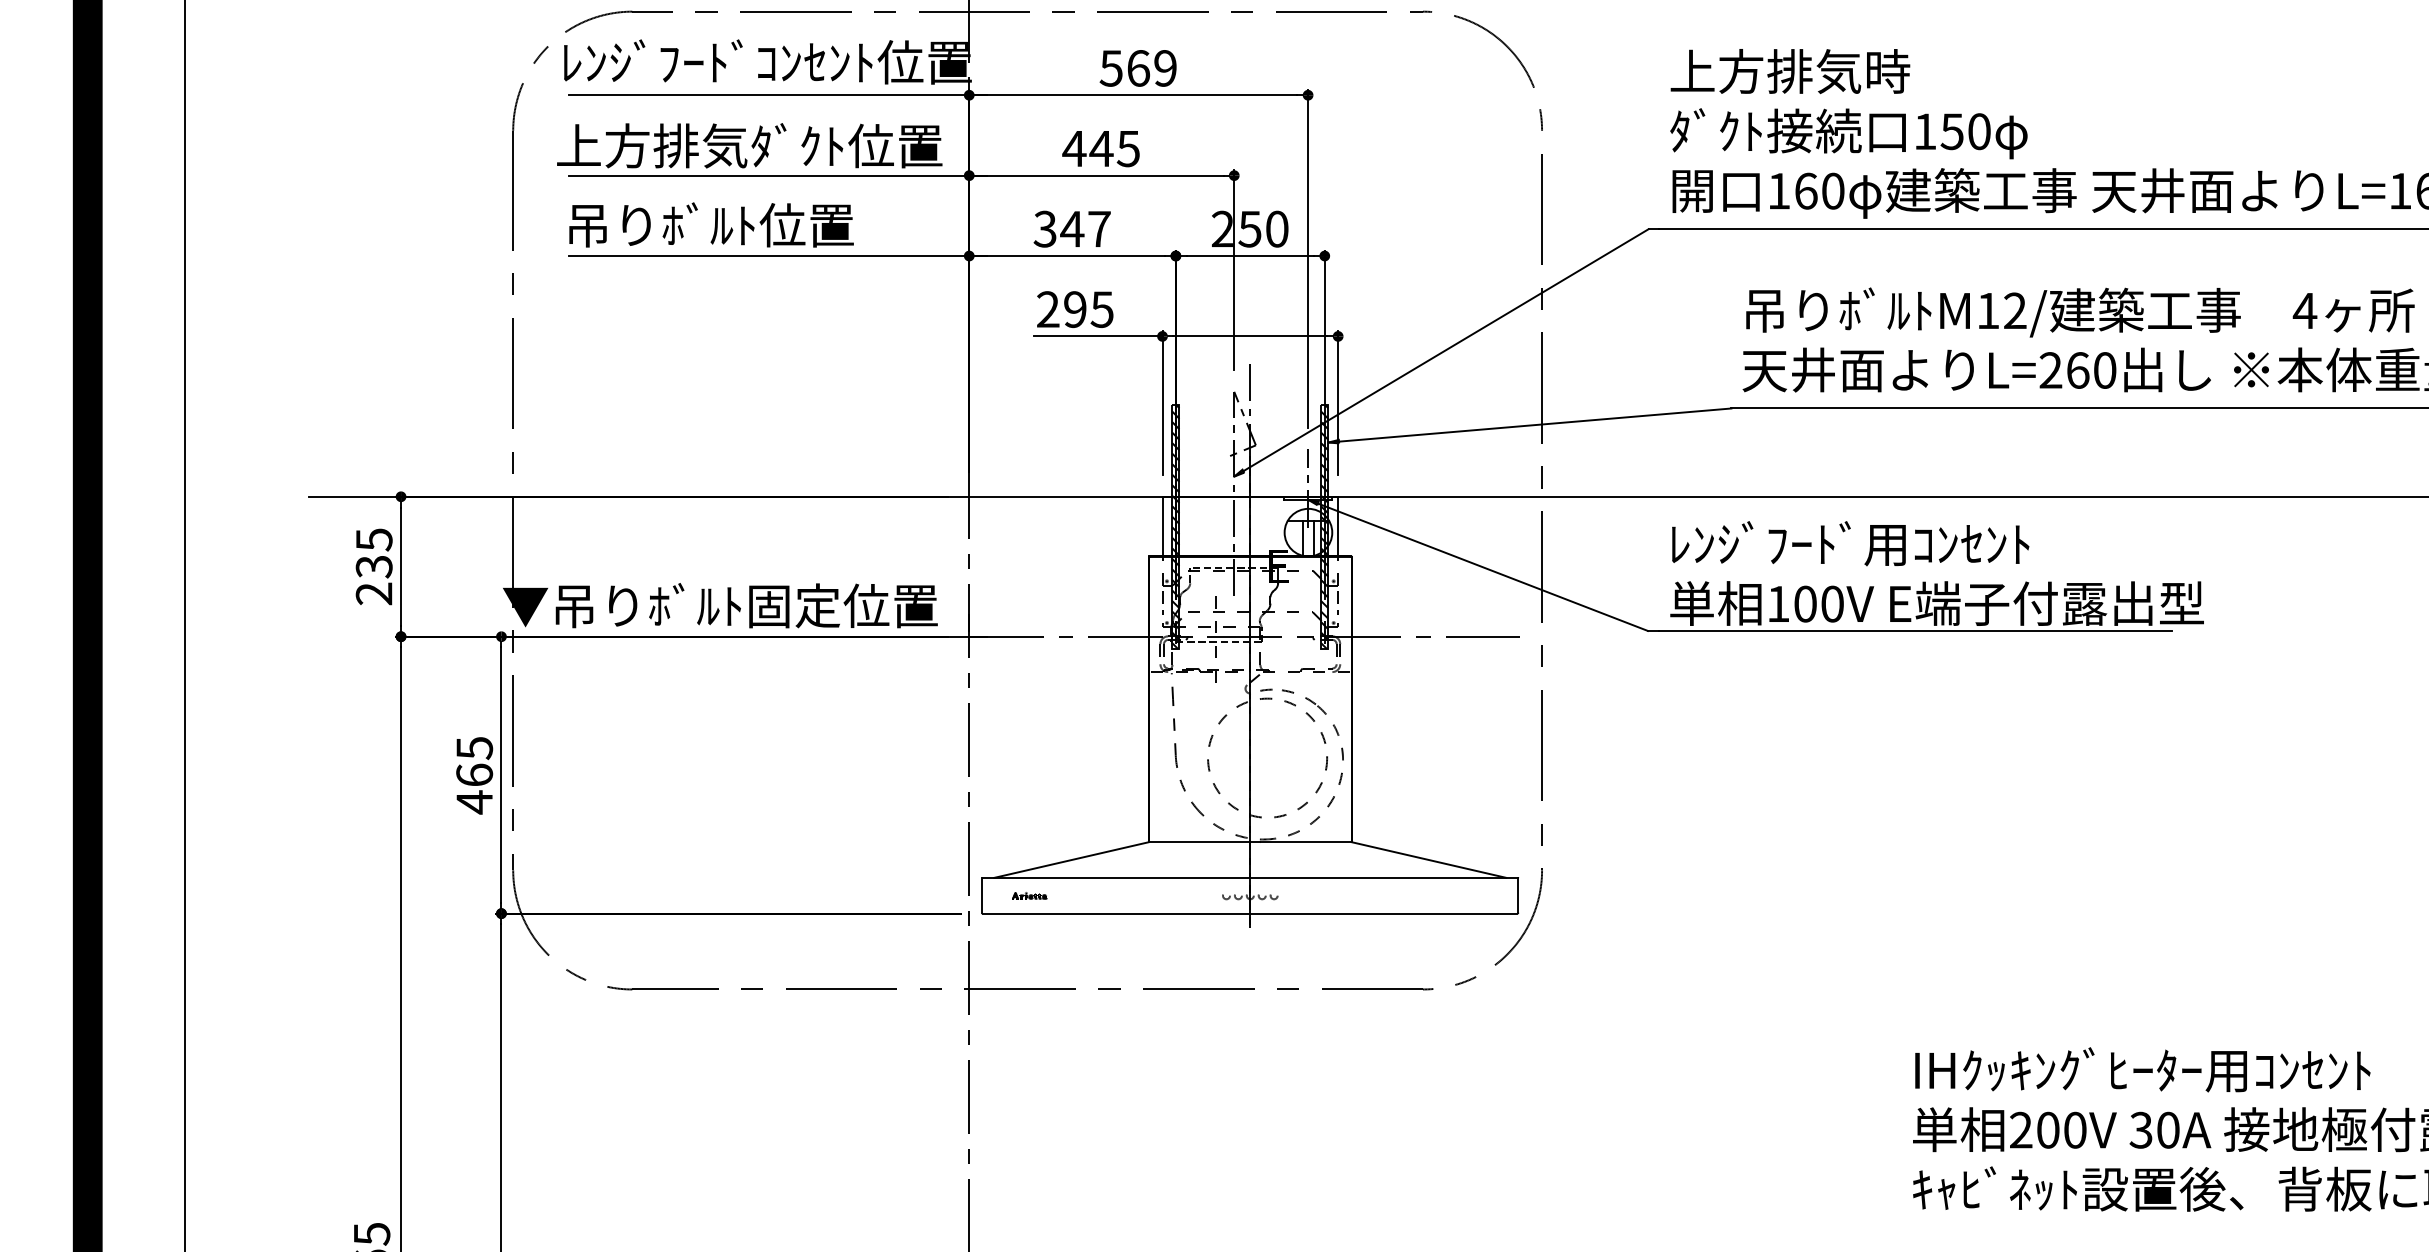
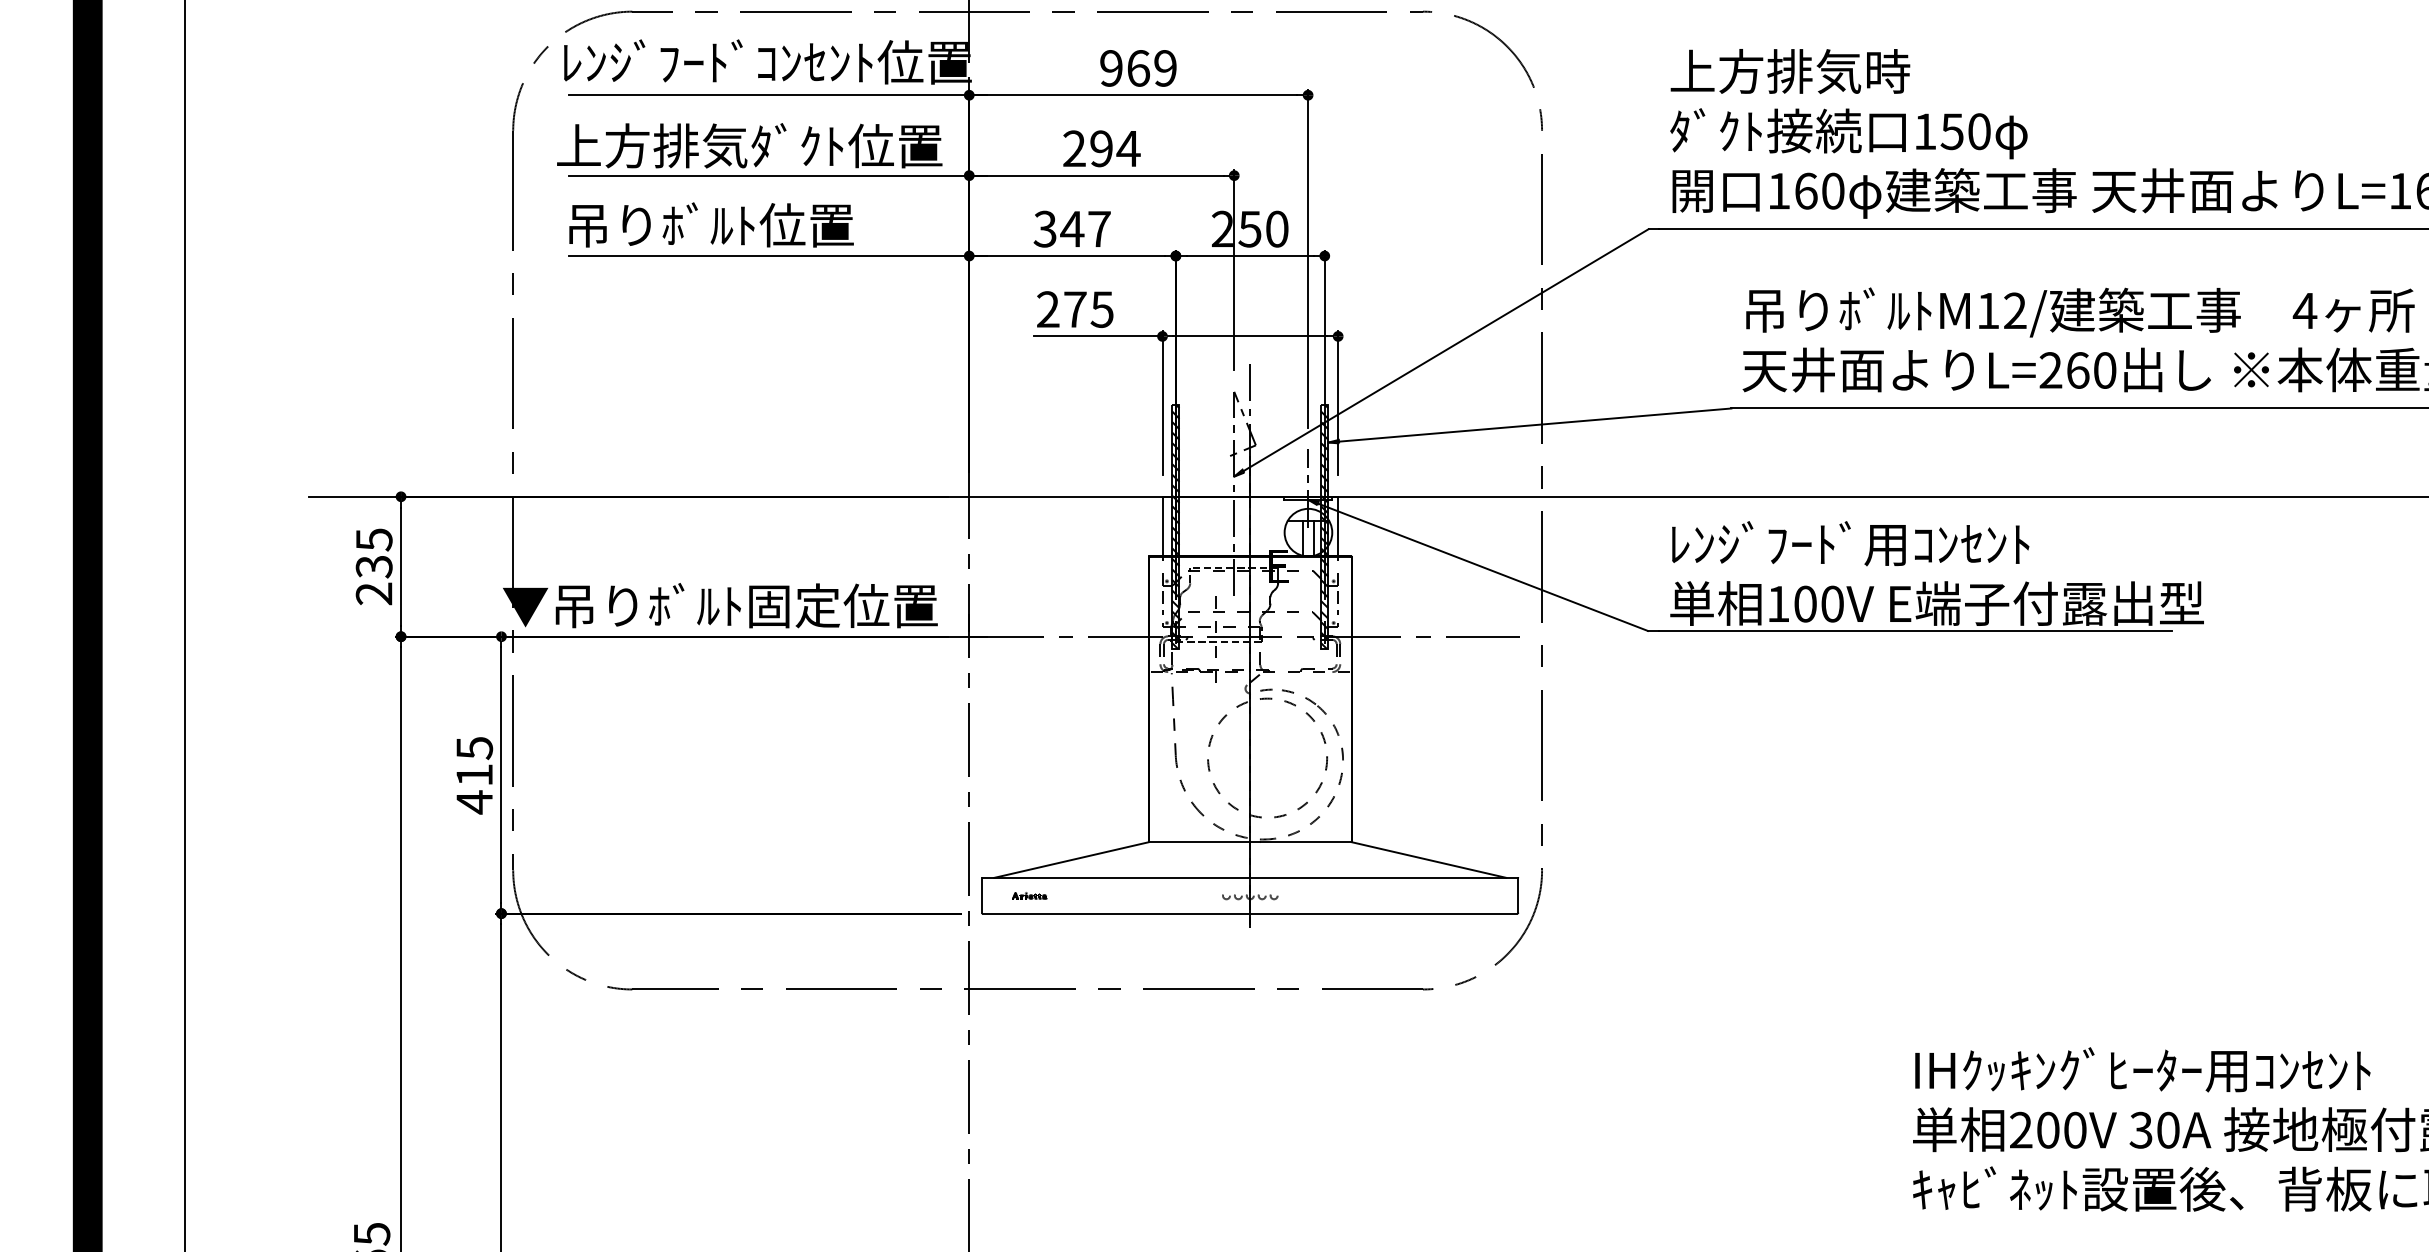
text at (1110, 68): 569 -> 969
text at (1101, 148): 445 -> 294
text at (1075, 309): 295 -> 275
text at (474, 774): 465 -> 415
